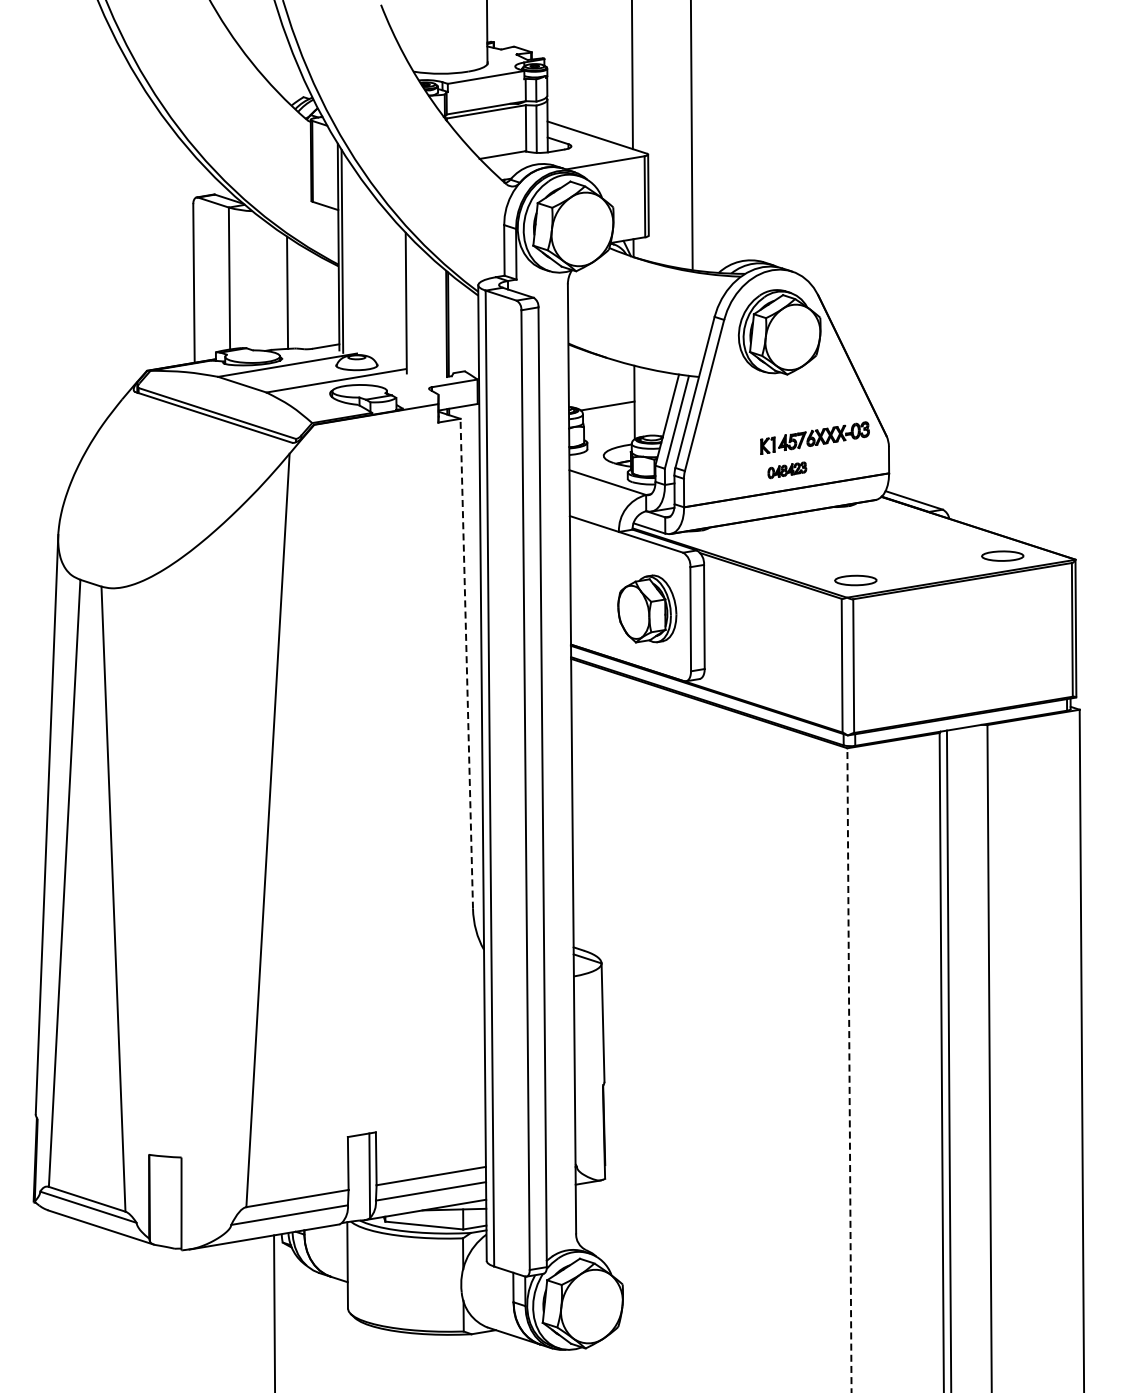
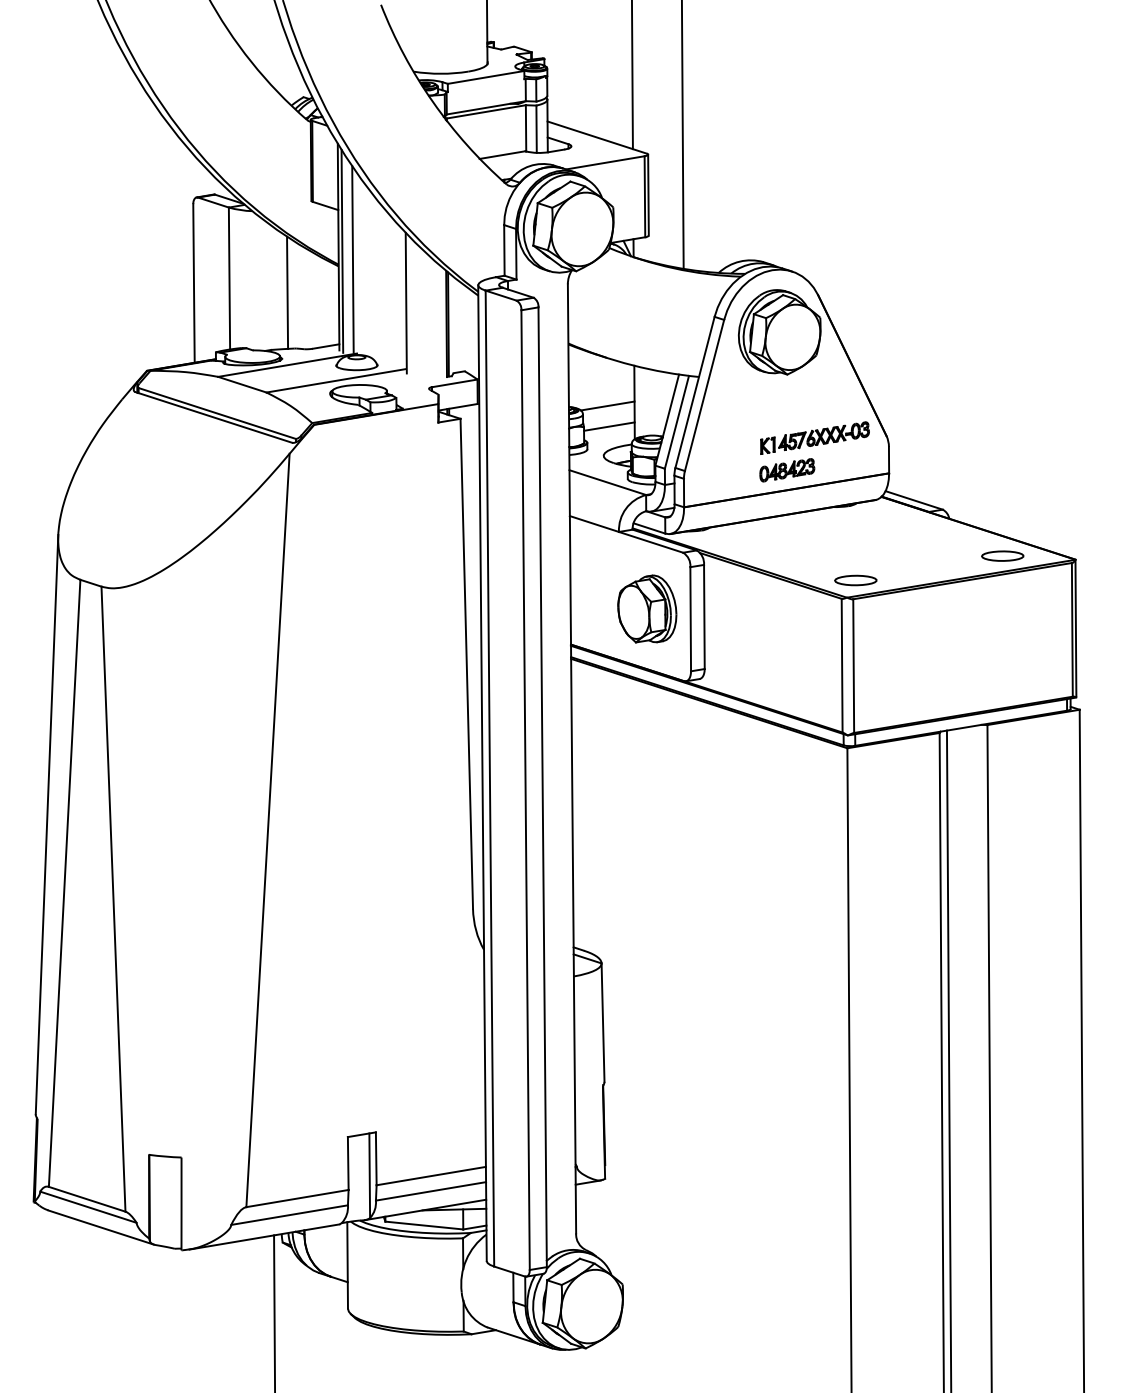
line at (691, 135) position: (691, 135) -> (682, 135)
line at (352, 259): none -> present
line at (609, 426): none -> present
part at (787, 470) size: 41x19 px -> 57x25 px
line at (466, 663): dashed -> solid
line at (849, 1070): dashed -> solid
